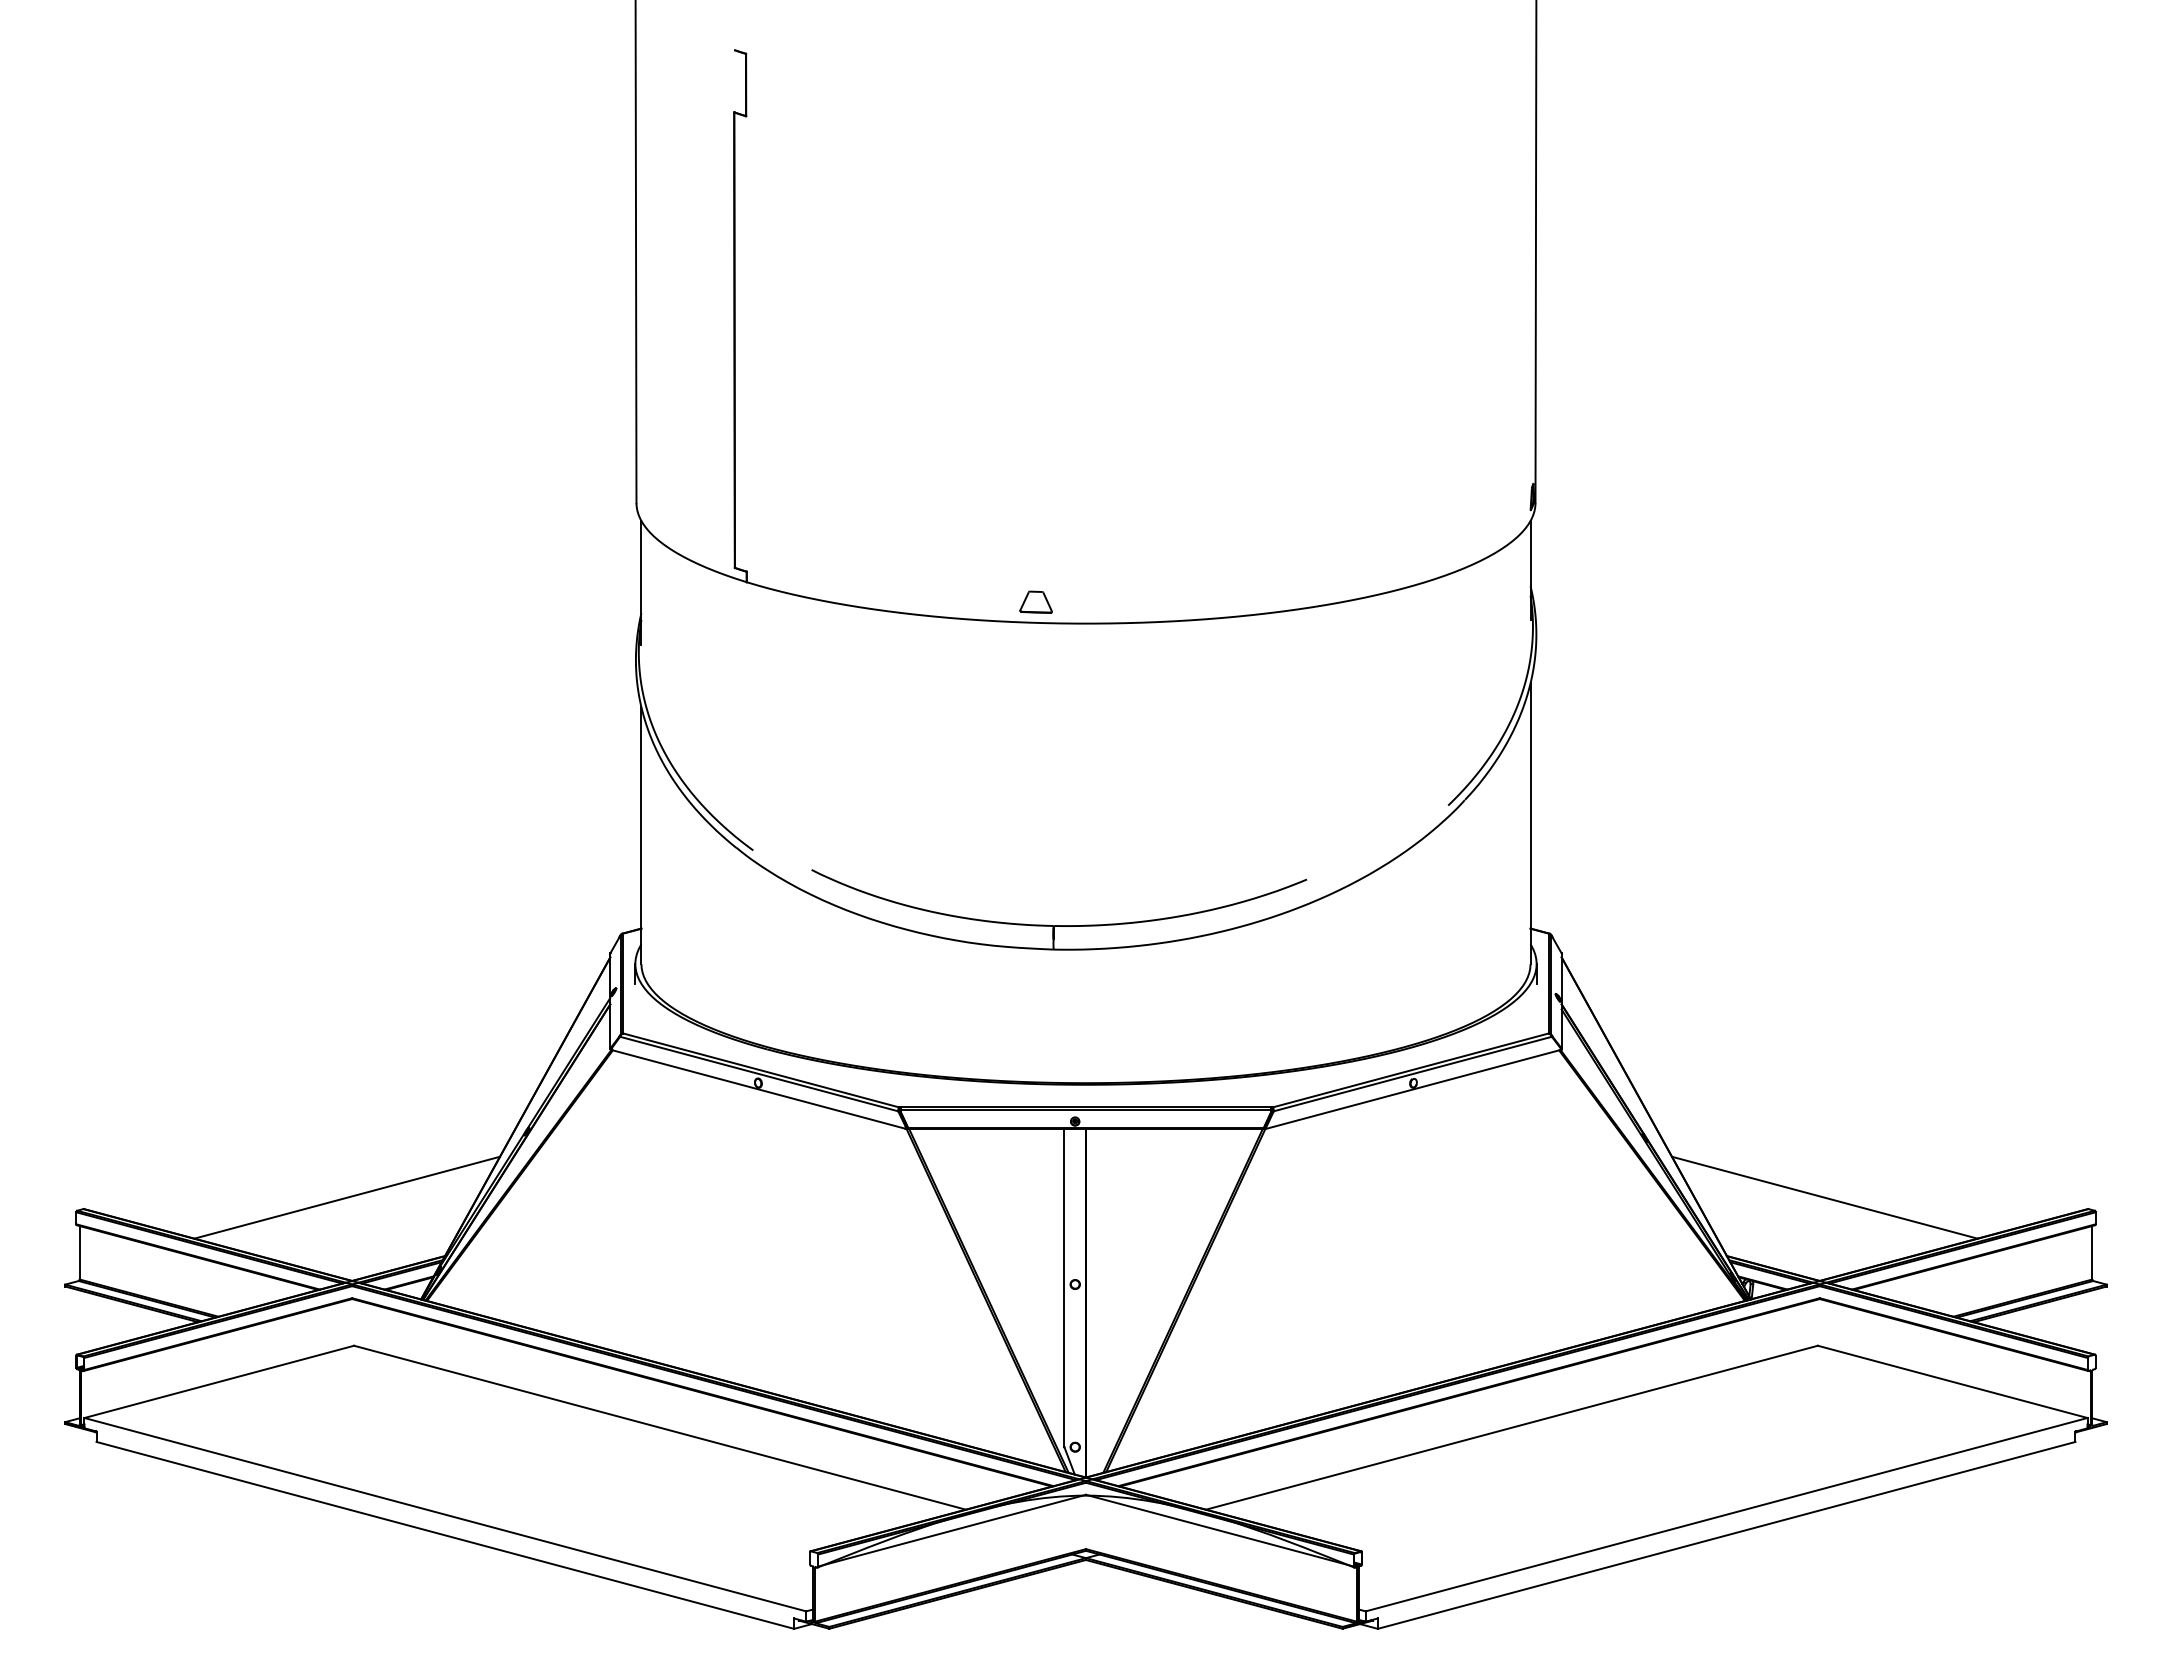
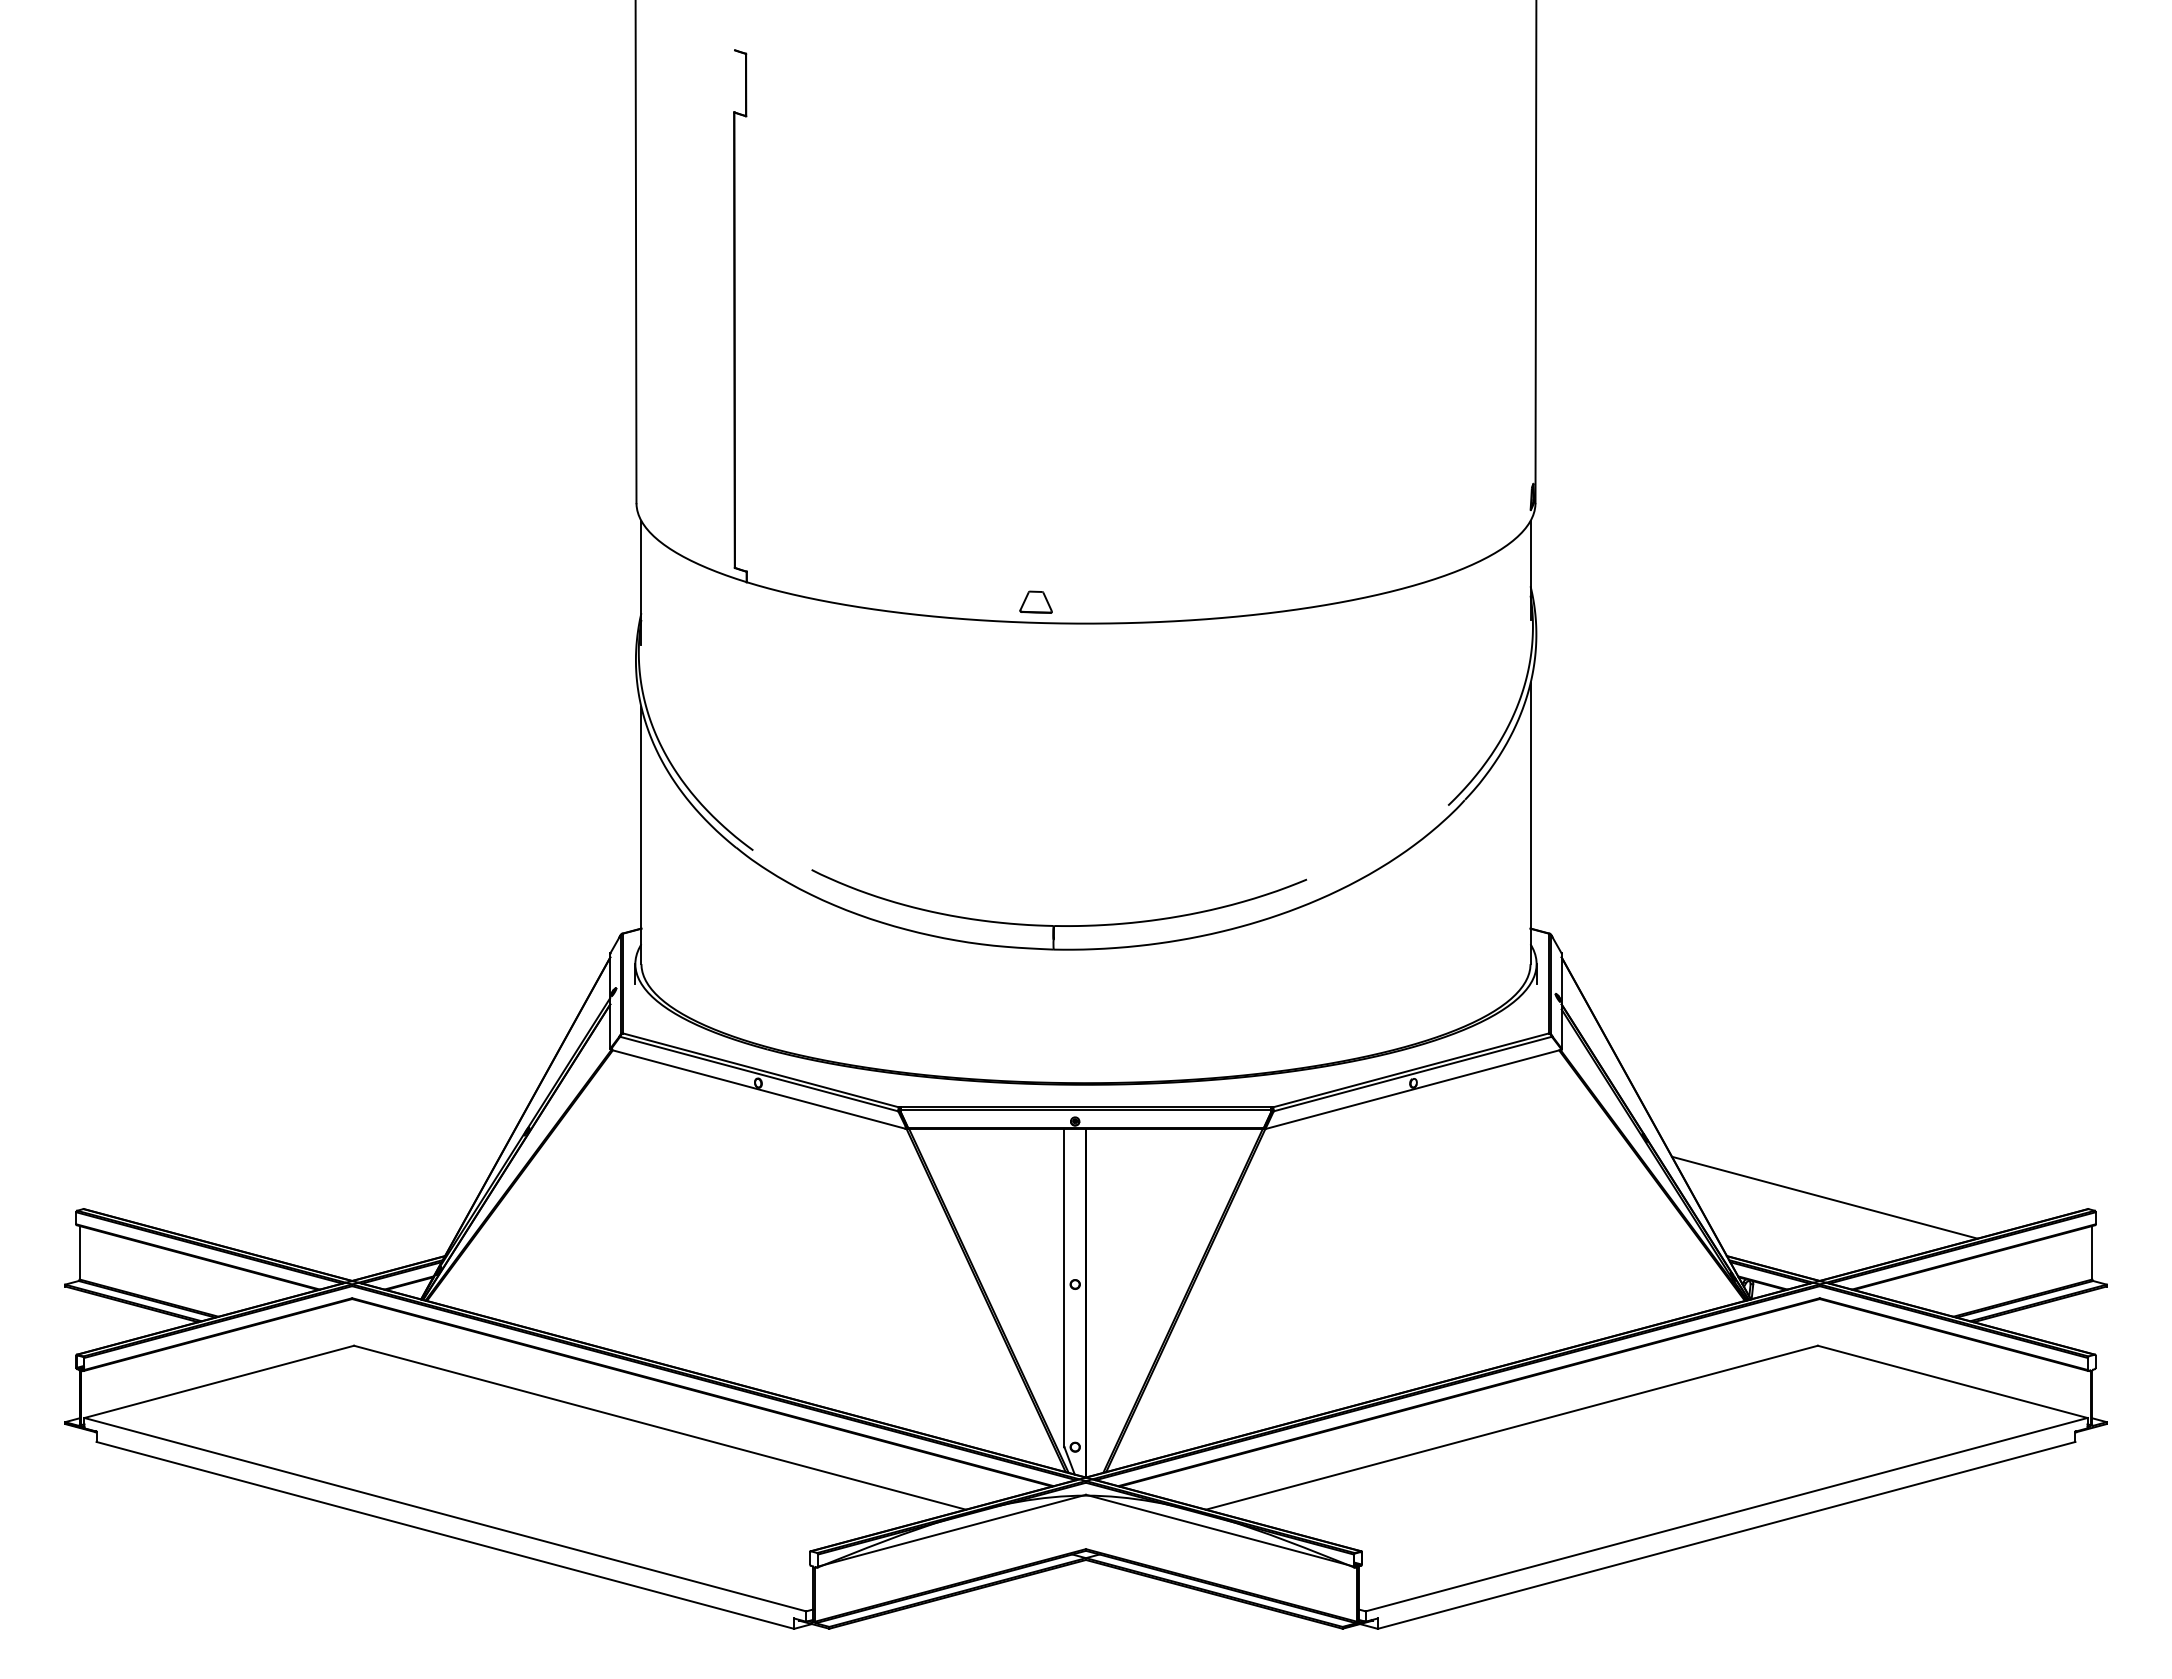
line at (347, 1197): present -> none
